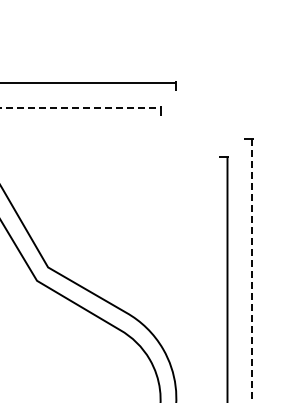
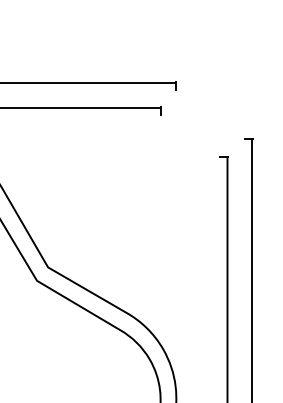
line at (80, 107): dashed -> solid
line at (252, 270): dashed -> solid
